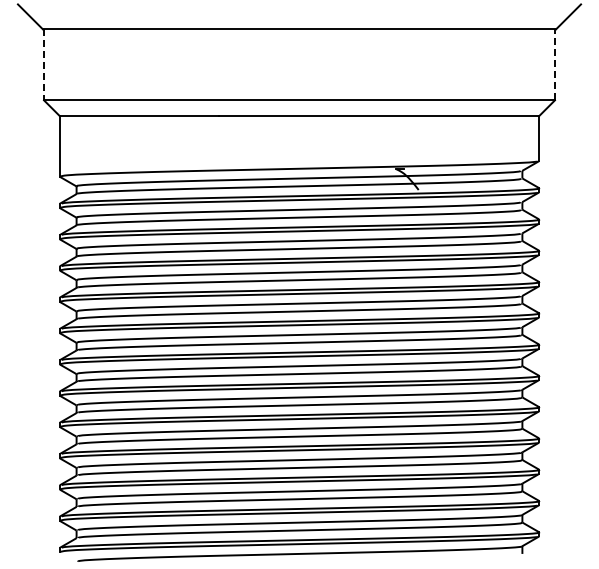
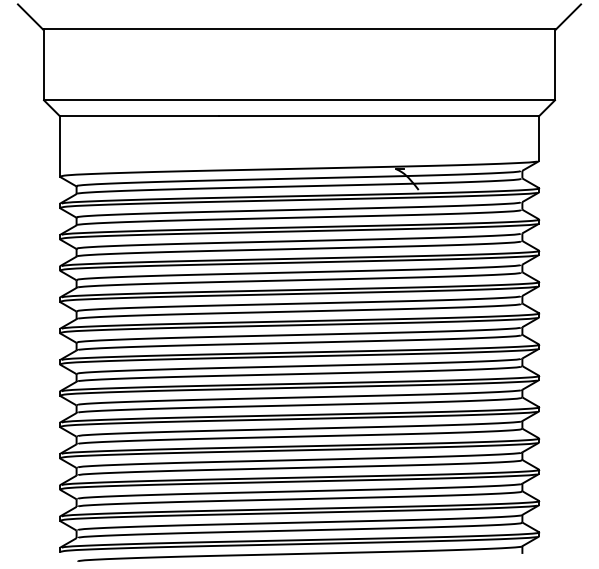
line at (554, 64): dashed -> solid
line at (44, 65): dashed -> solid
